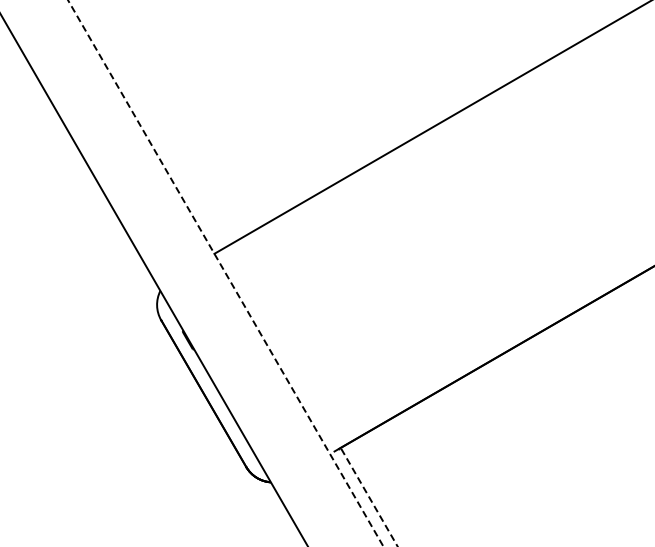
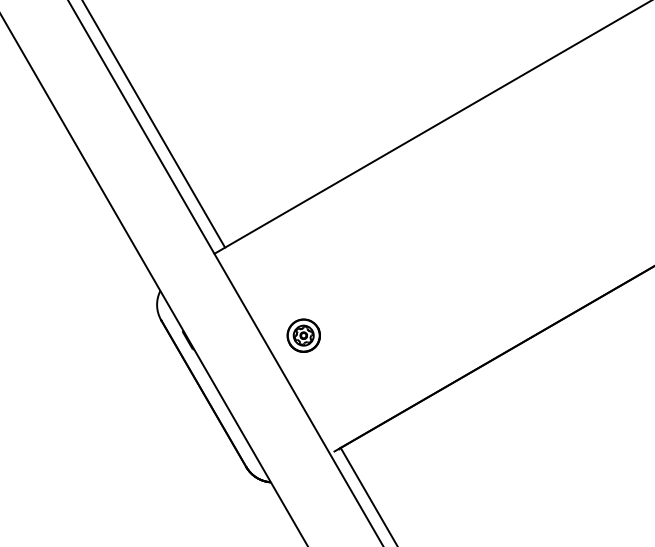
line at (154, 124): none -> present
line at (225, 273): dashed -> solid
part at (303, 335): none -> present
line at (369, 496): dashed -> solid
